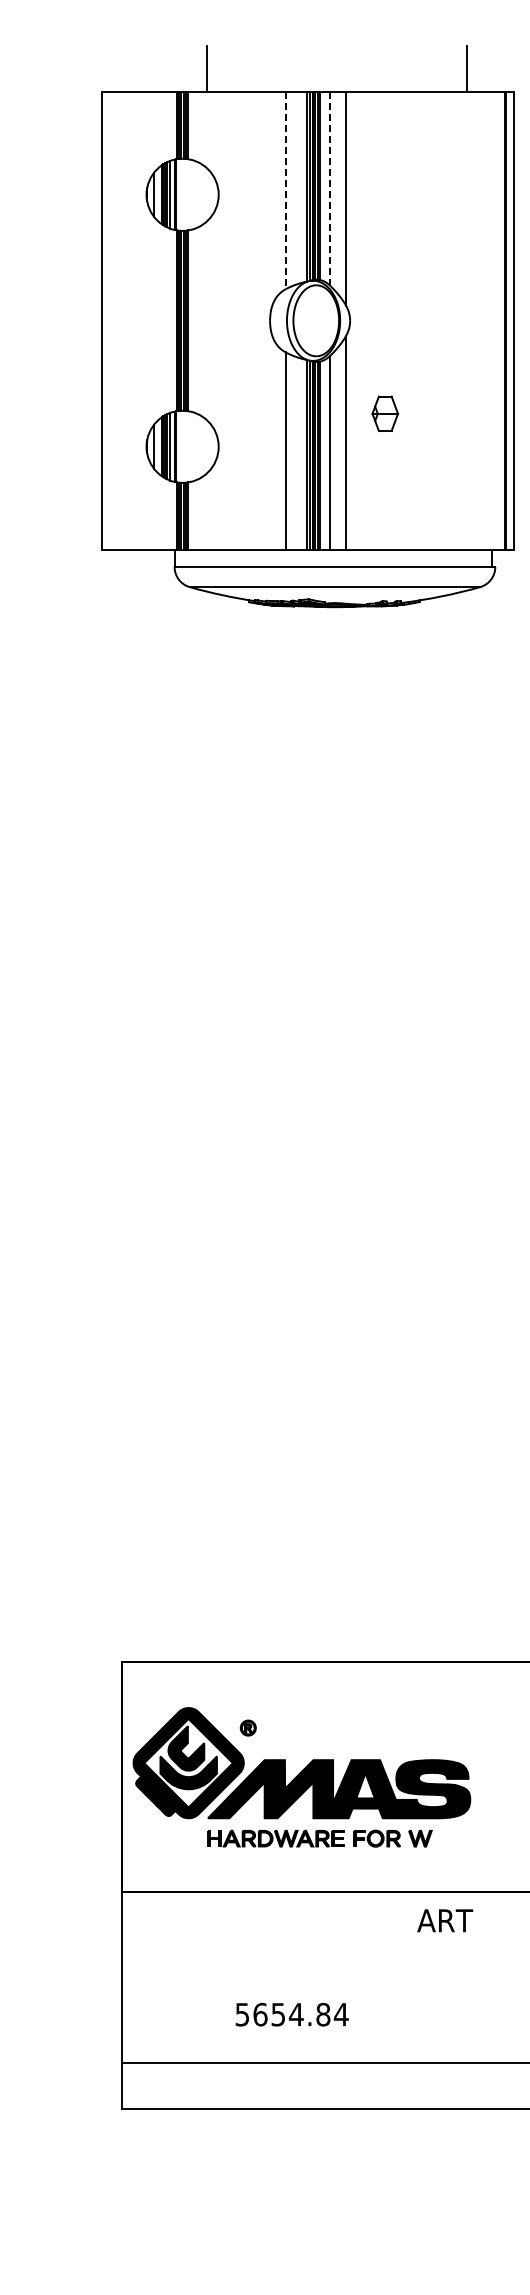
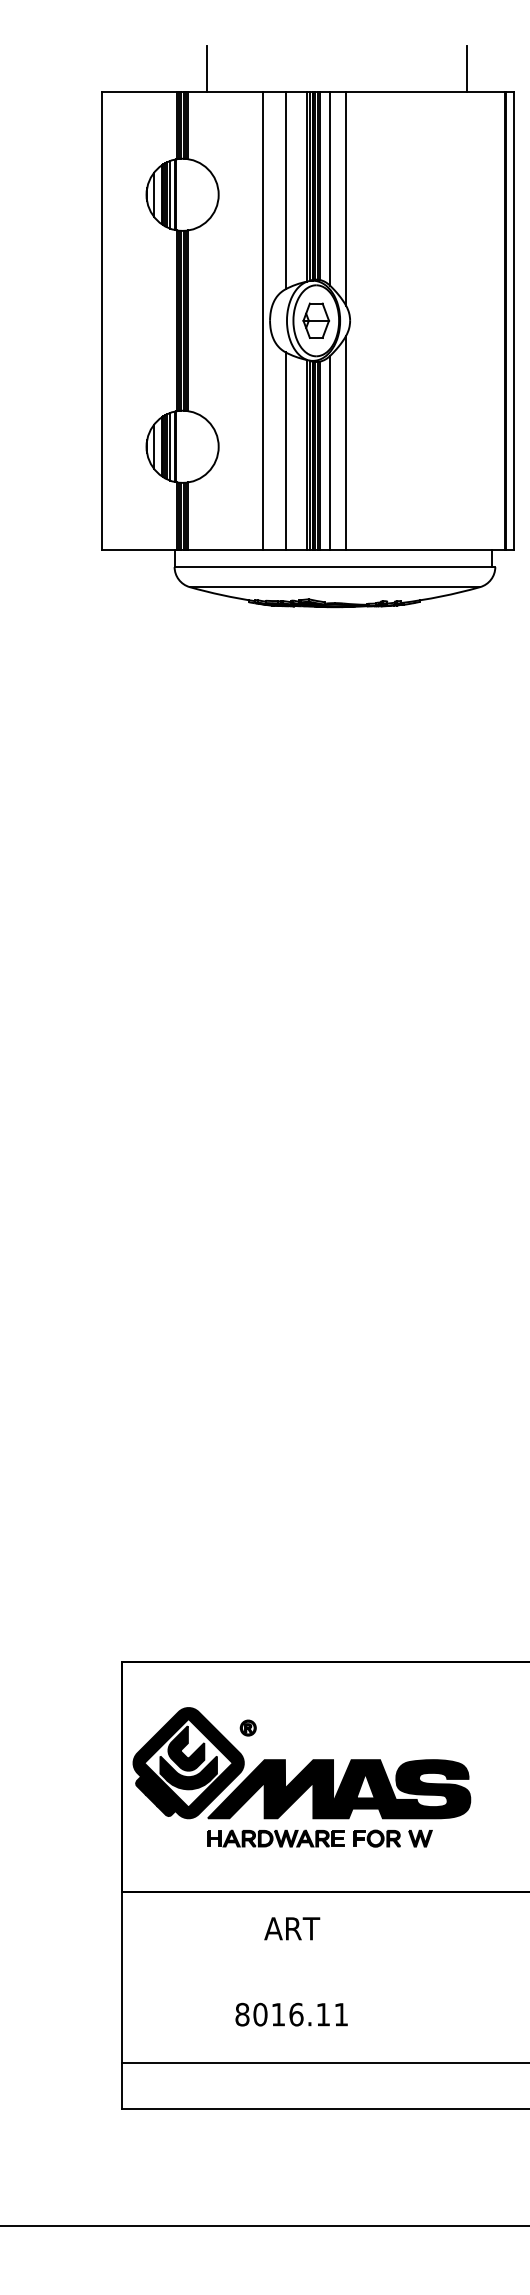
line at (330, 189): dashed -> solid
line at (285, 190): dashed -> solid
line at (262, 320): none -> present
part at (385, 413) position: (385, 413) -> (316, 320)
text at (445, 1920) position: (445, 1920) -> (292, 1928)
text at (291, 2014): 5654.84 -> 8016.11
line at (264, 2226): none -> present
